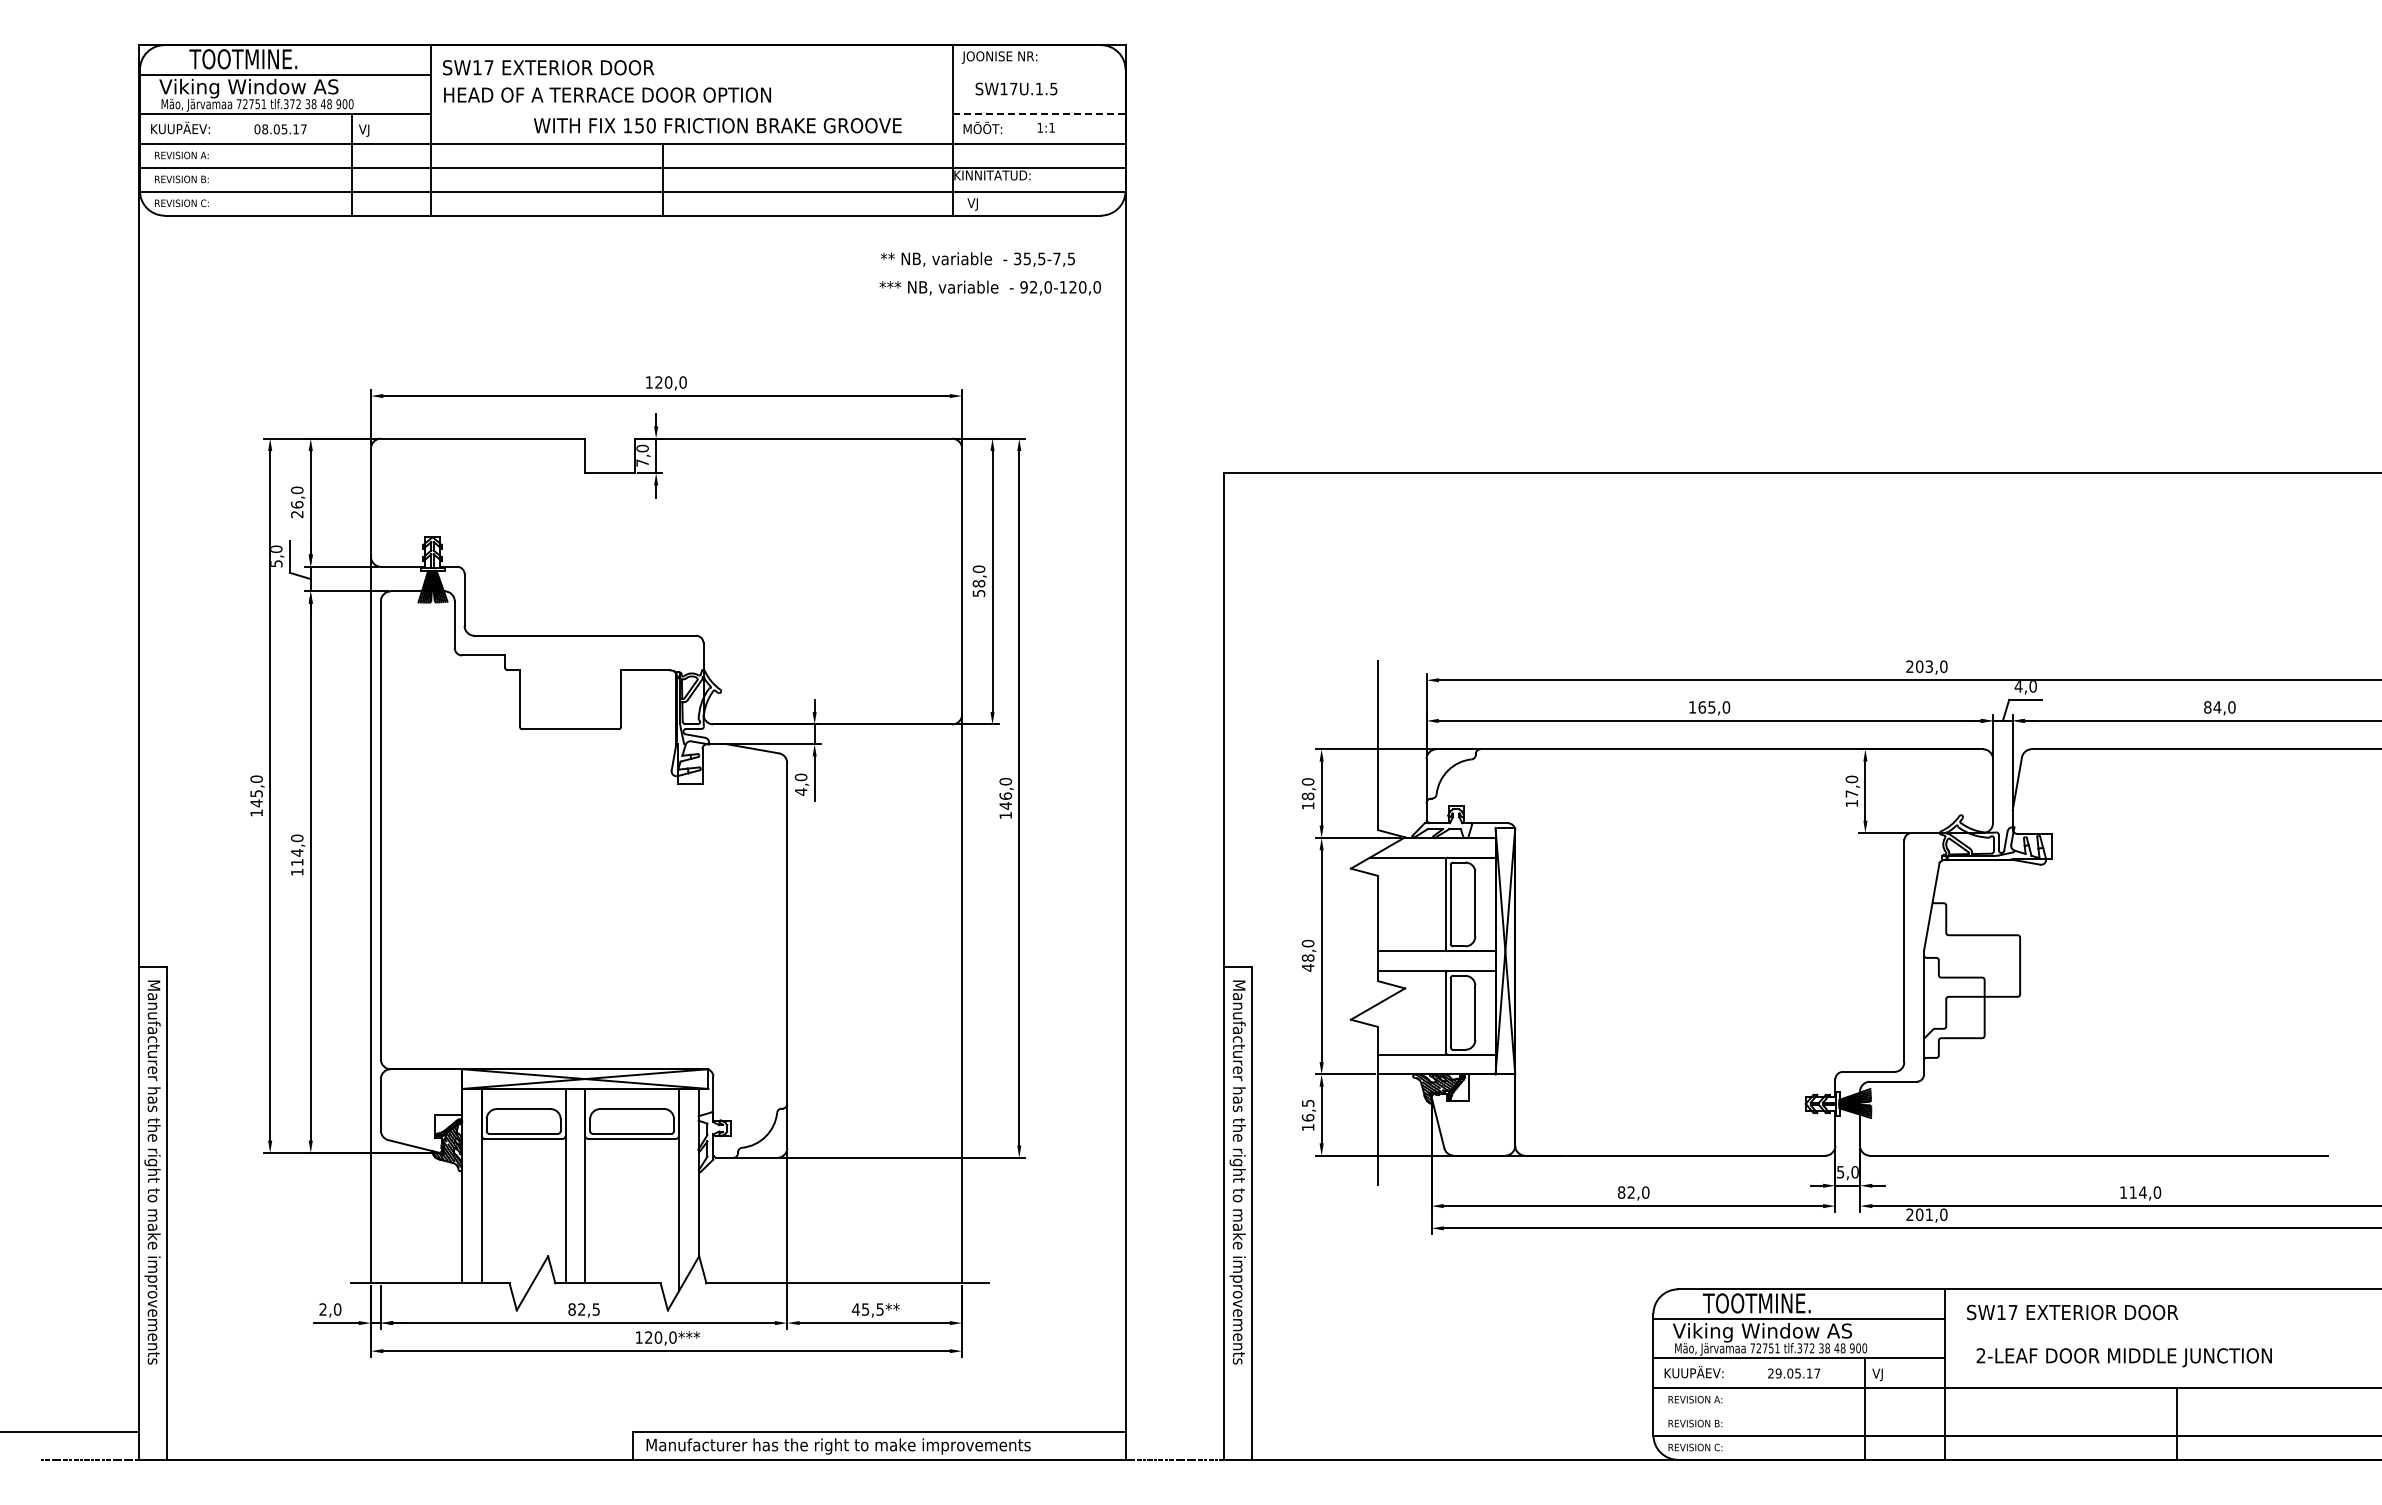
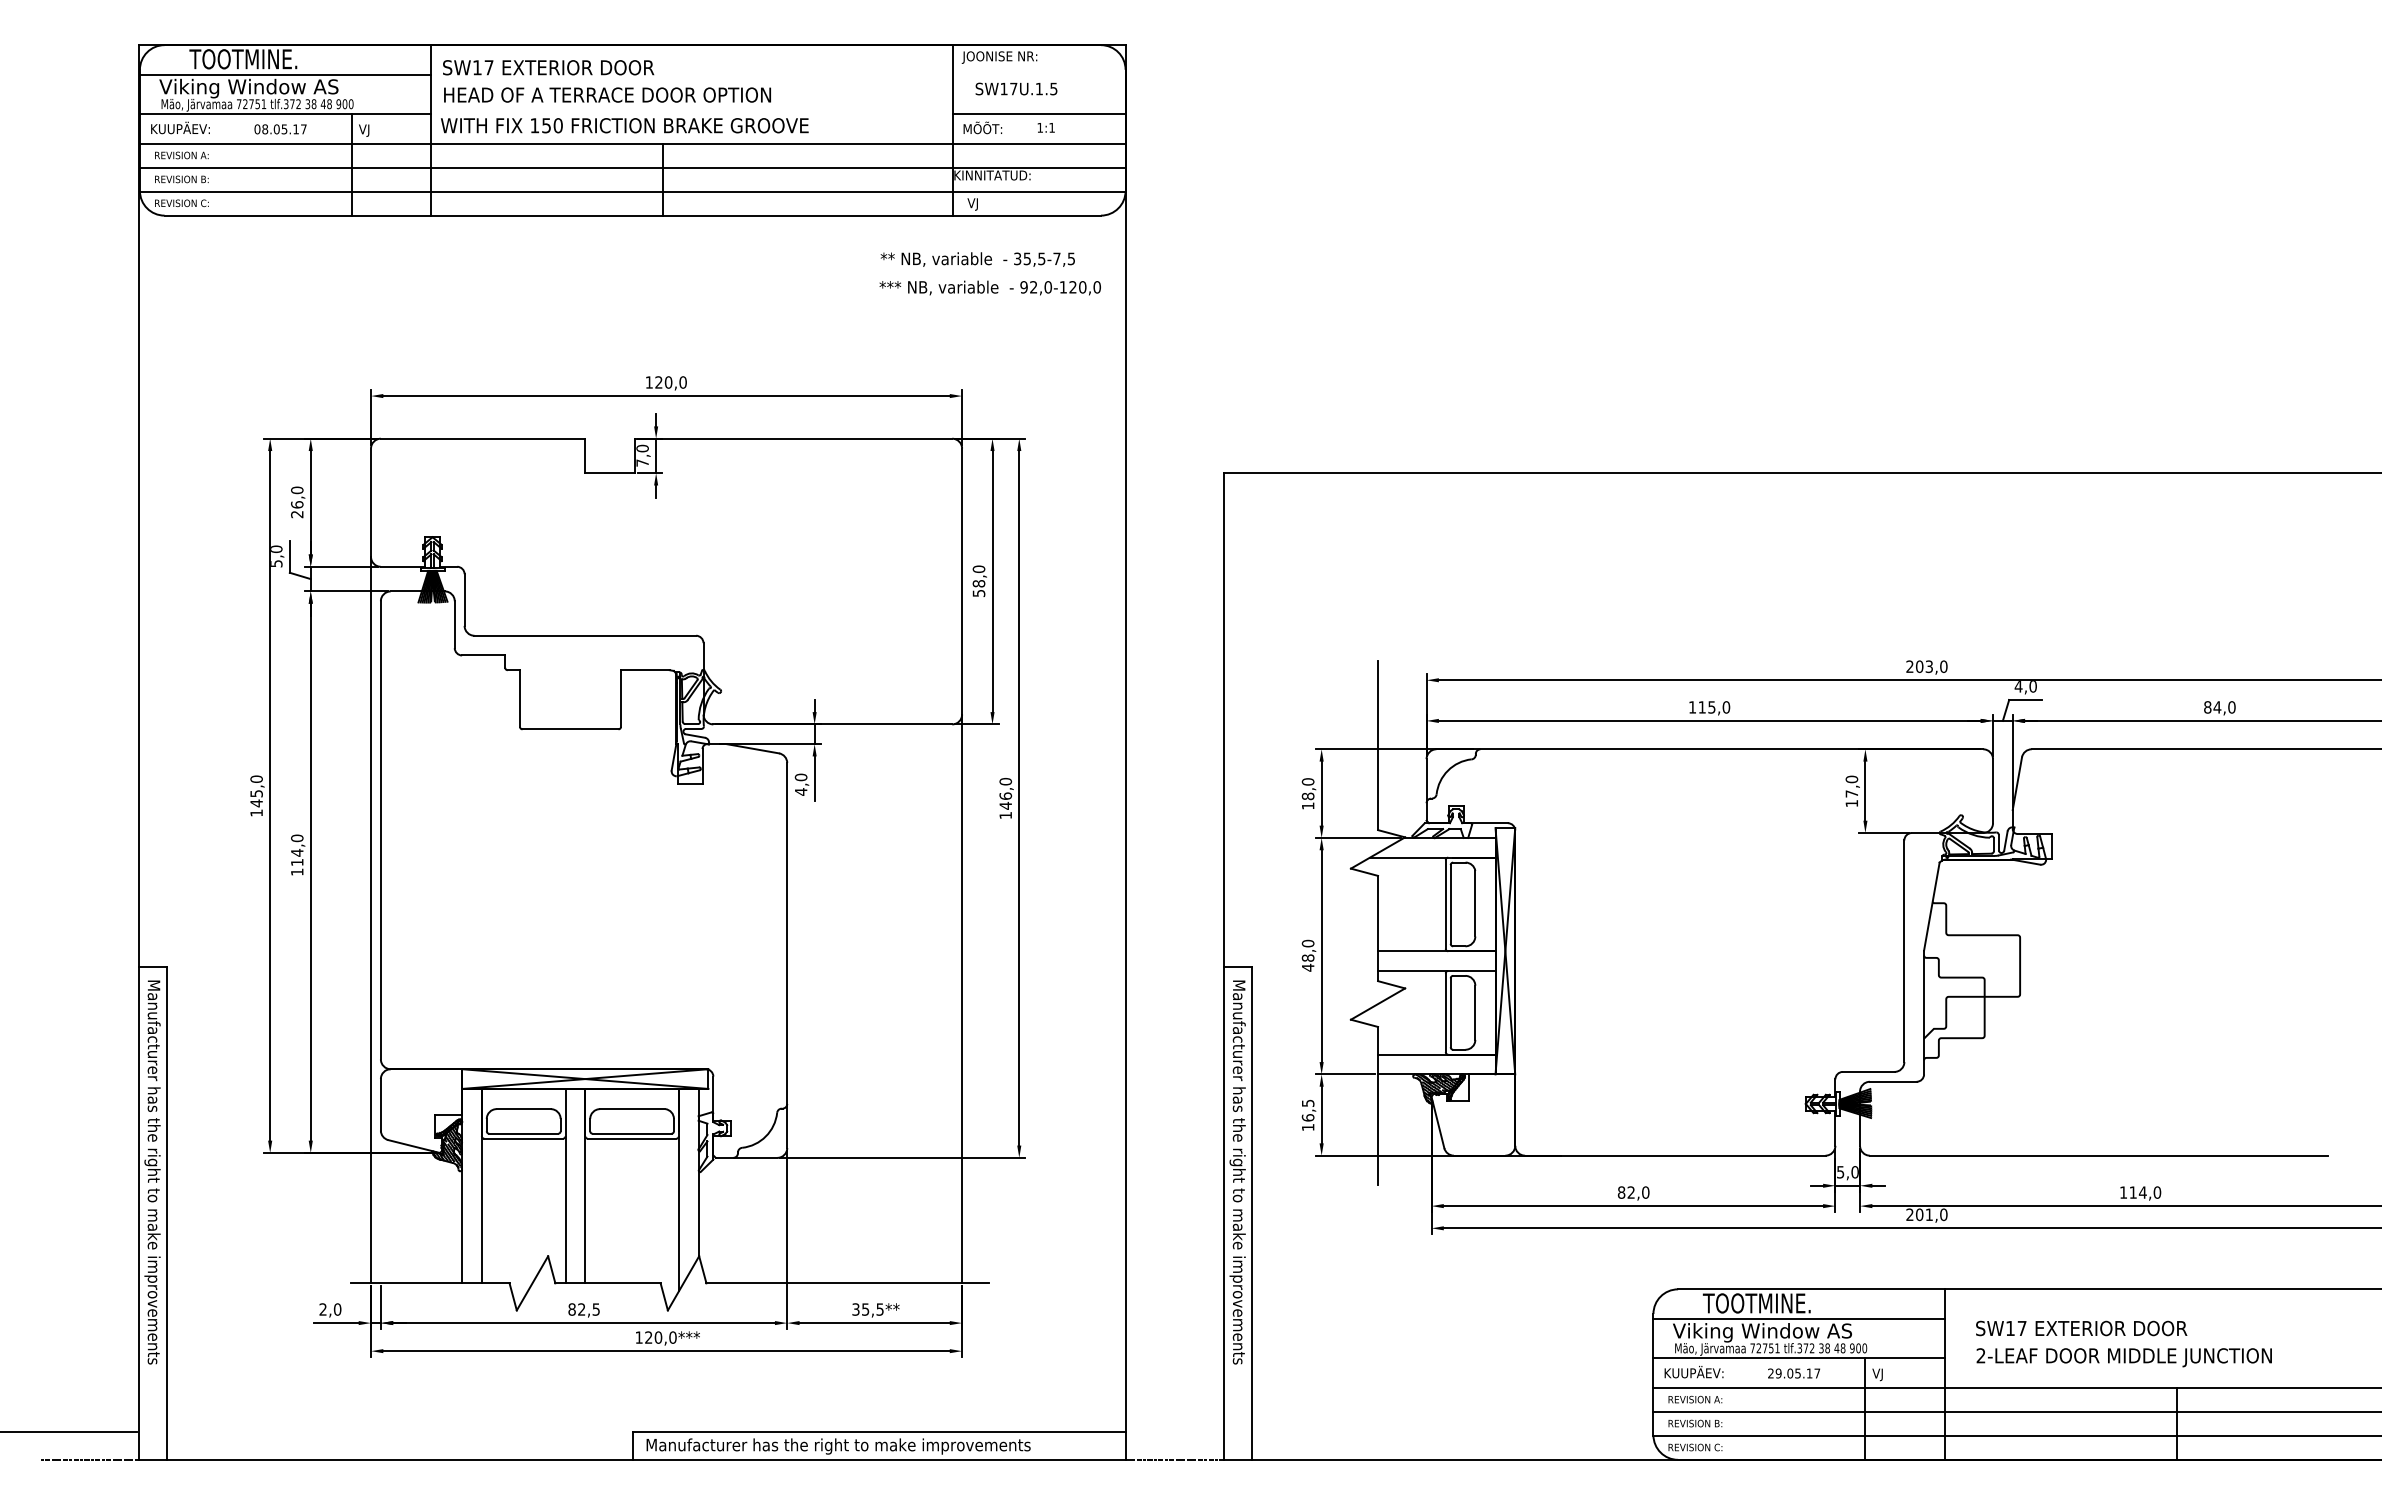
line at (1039, 114): dashed -> solid
text at (717, 125) position: (717, 125) -> (624, 125)
text at (1702, 707): 165,0 -> 115,0
text at (855, 1309): 45,5** -> 35,5**
text at (2072, 1312) position: (2072, 1312) -> (2081, 1328)
line at (2015, 1411): none -> present
